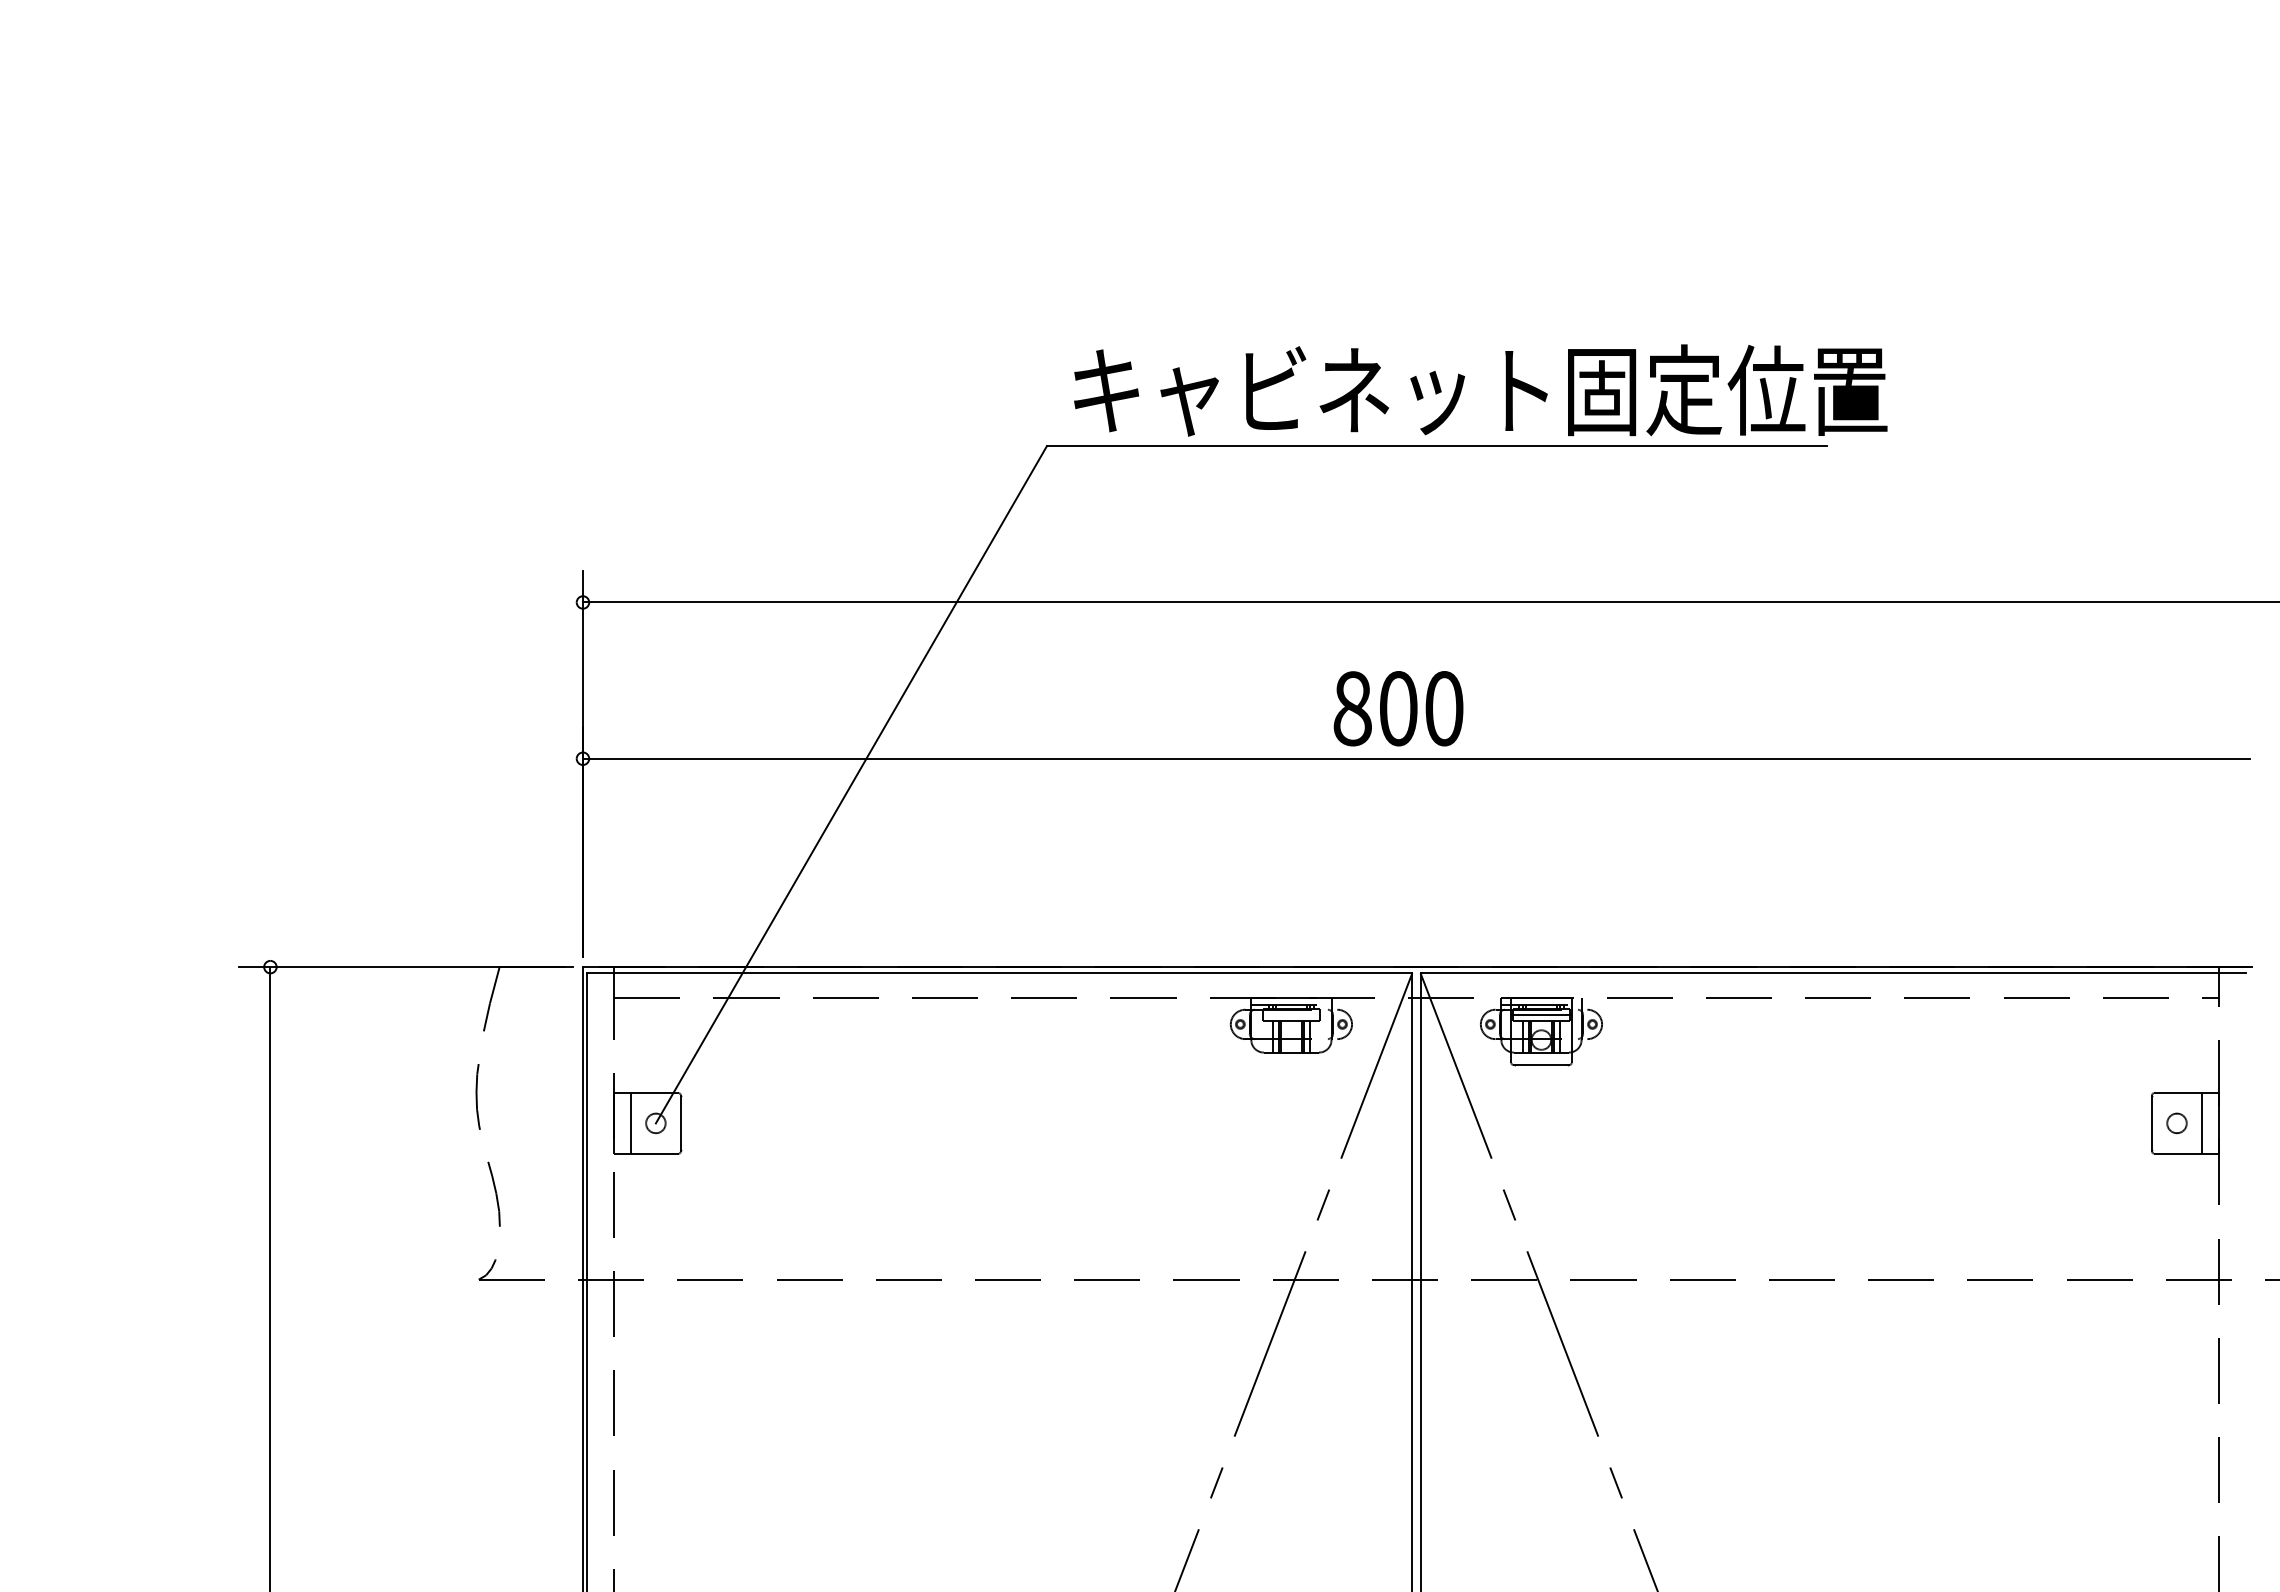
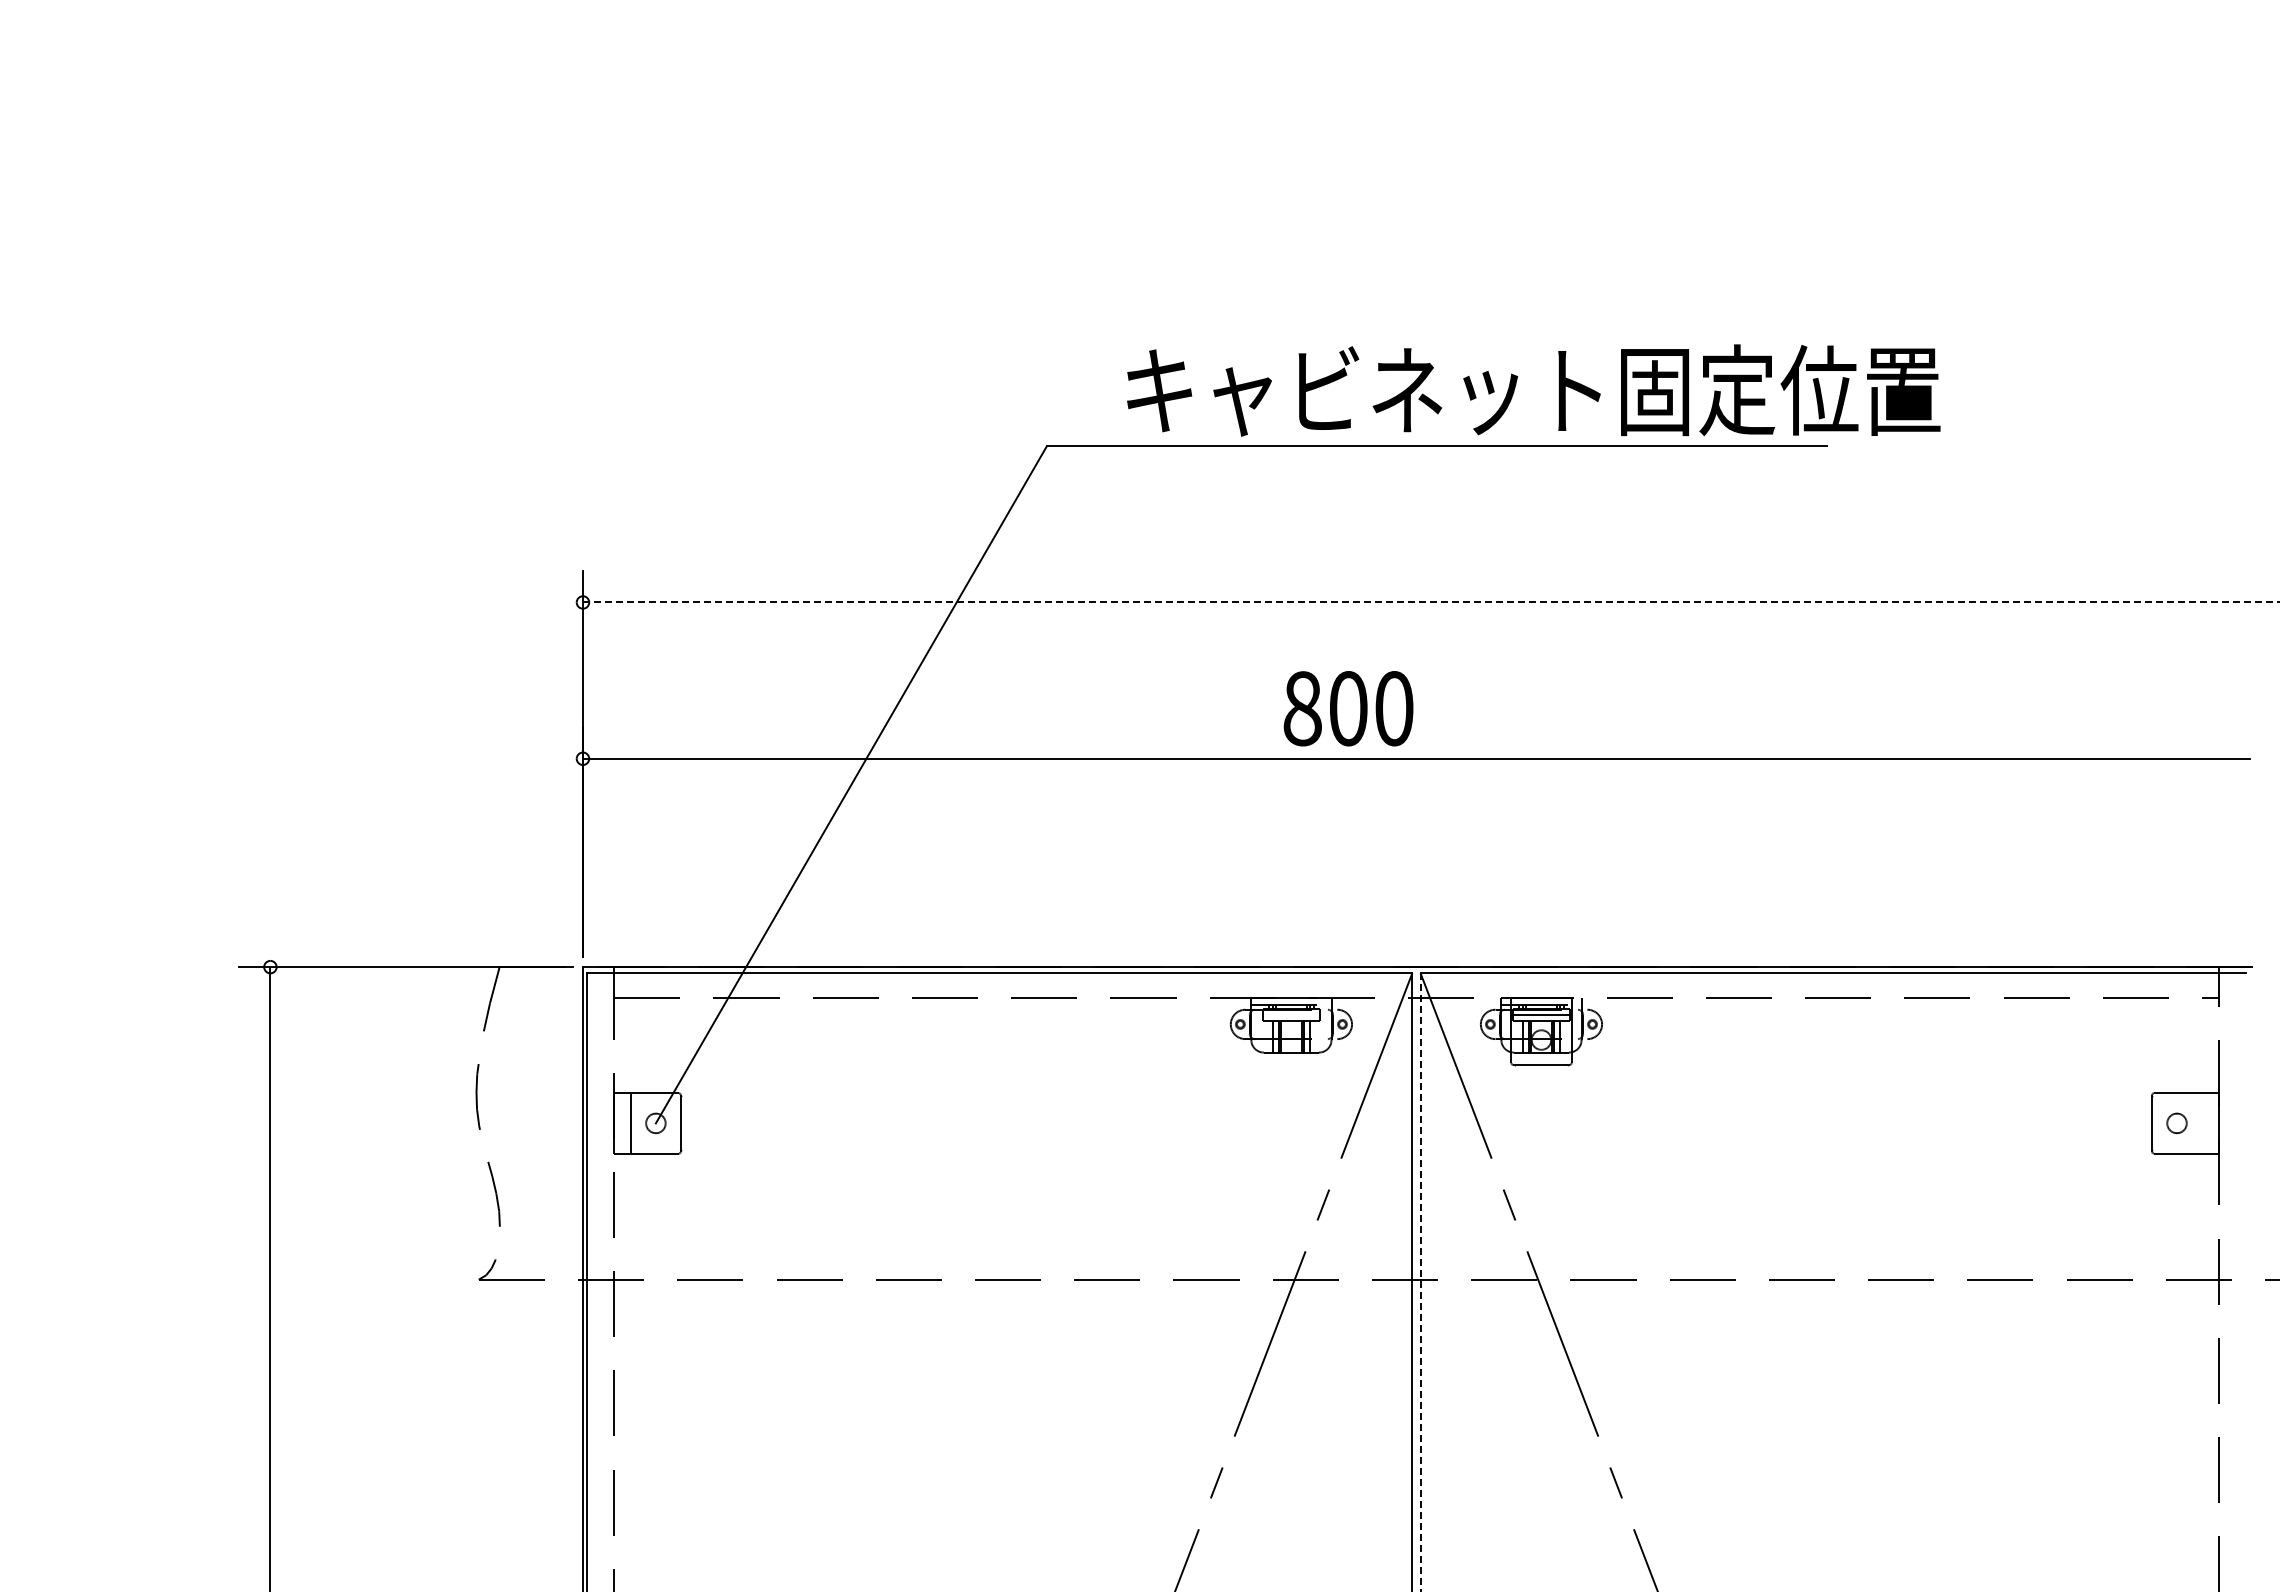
text at (1480, 390) position: (1480, 390) -> (1533, 390)
line at (1431, 602): solid -> dashed
text at (1398, 708) position: (1398, 708) -> (1348, 708)
line at (2202, 1123): present -> none
line at (1420, 1282): solid -> dashed
